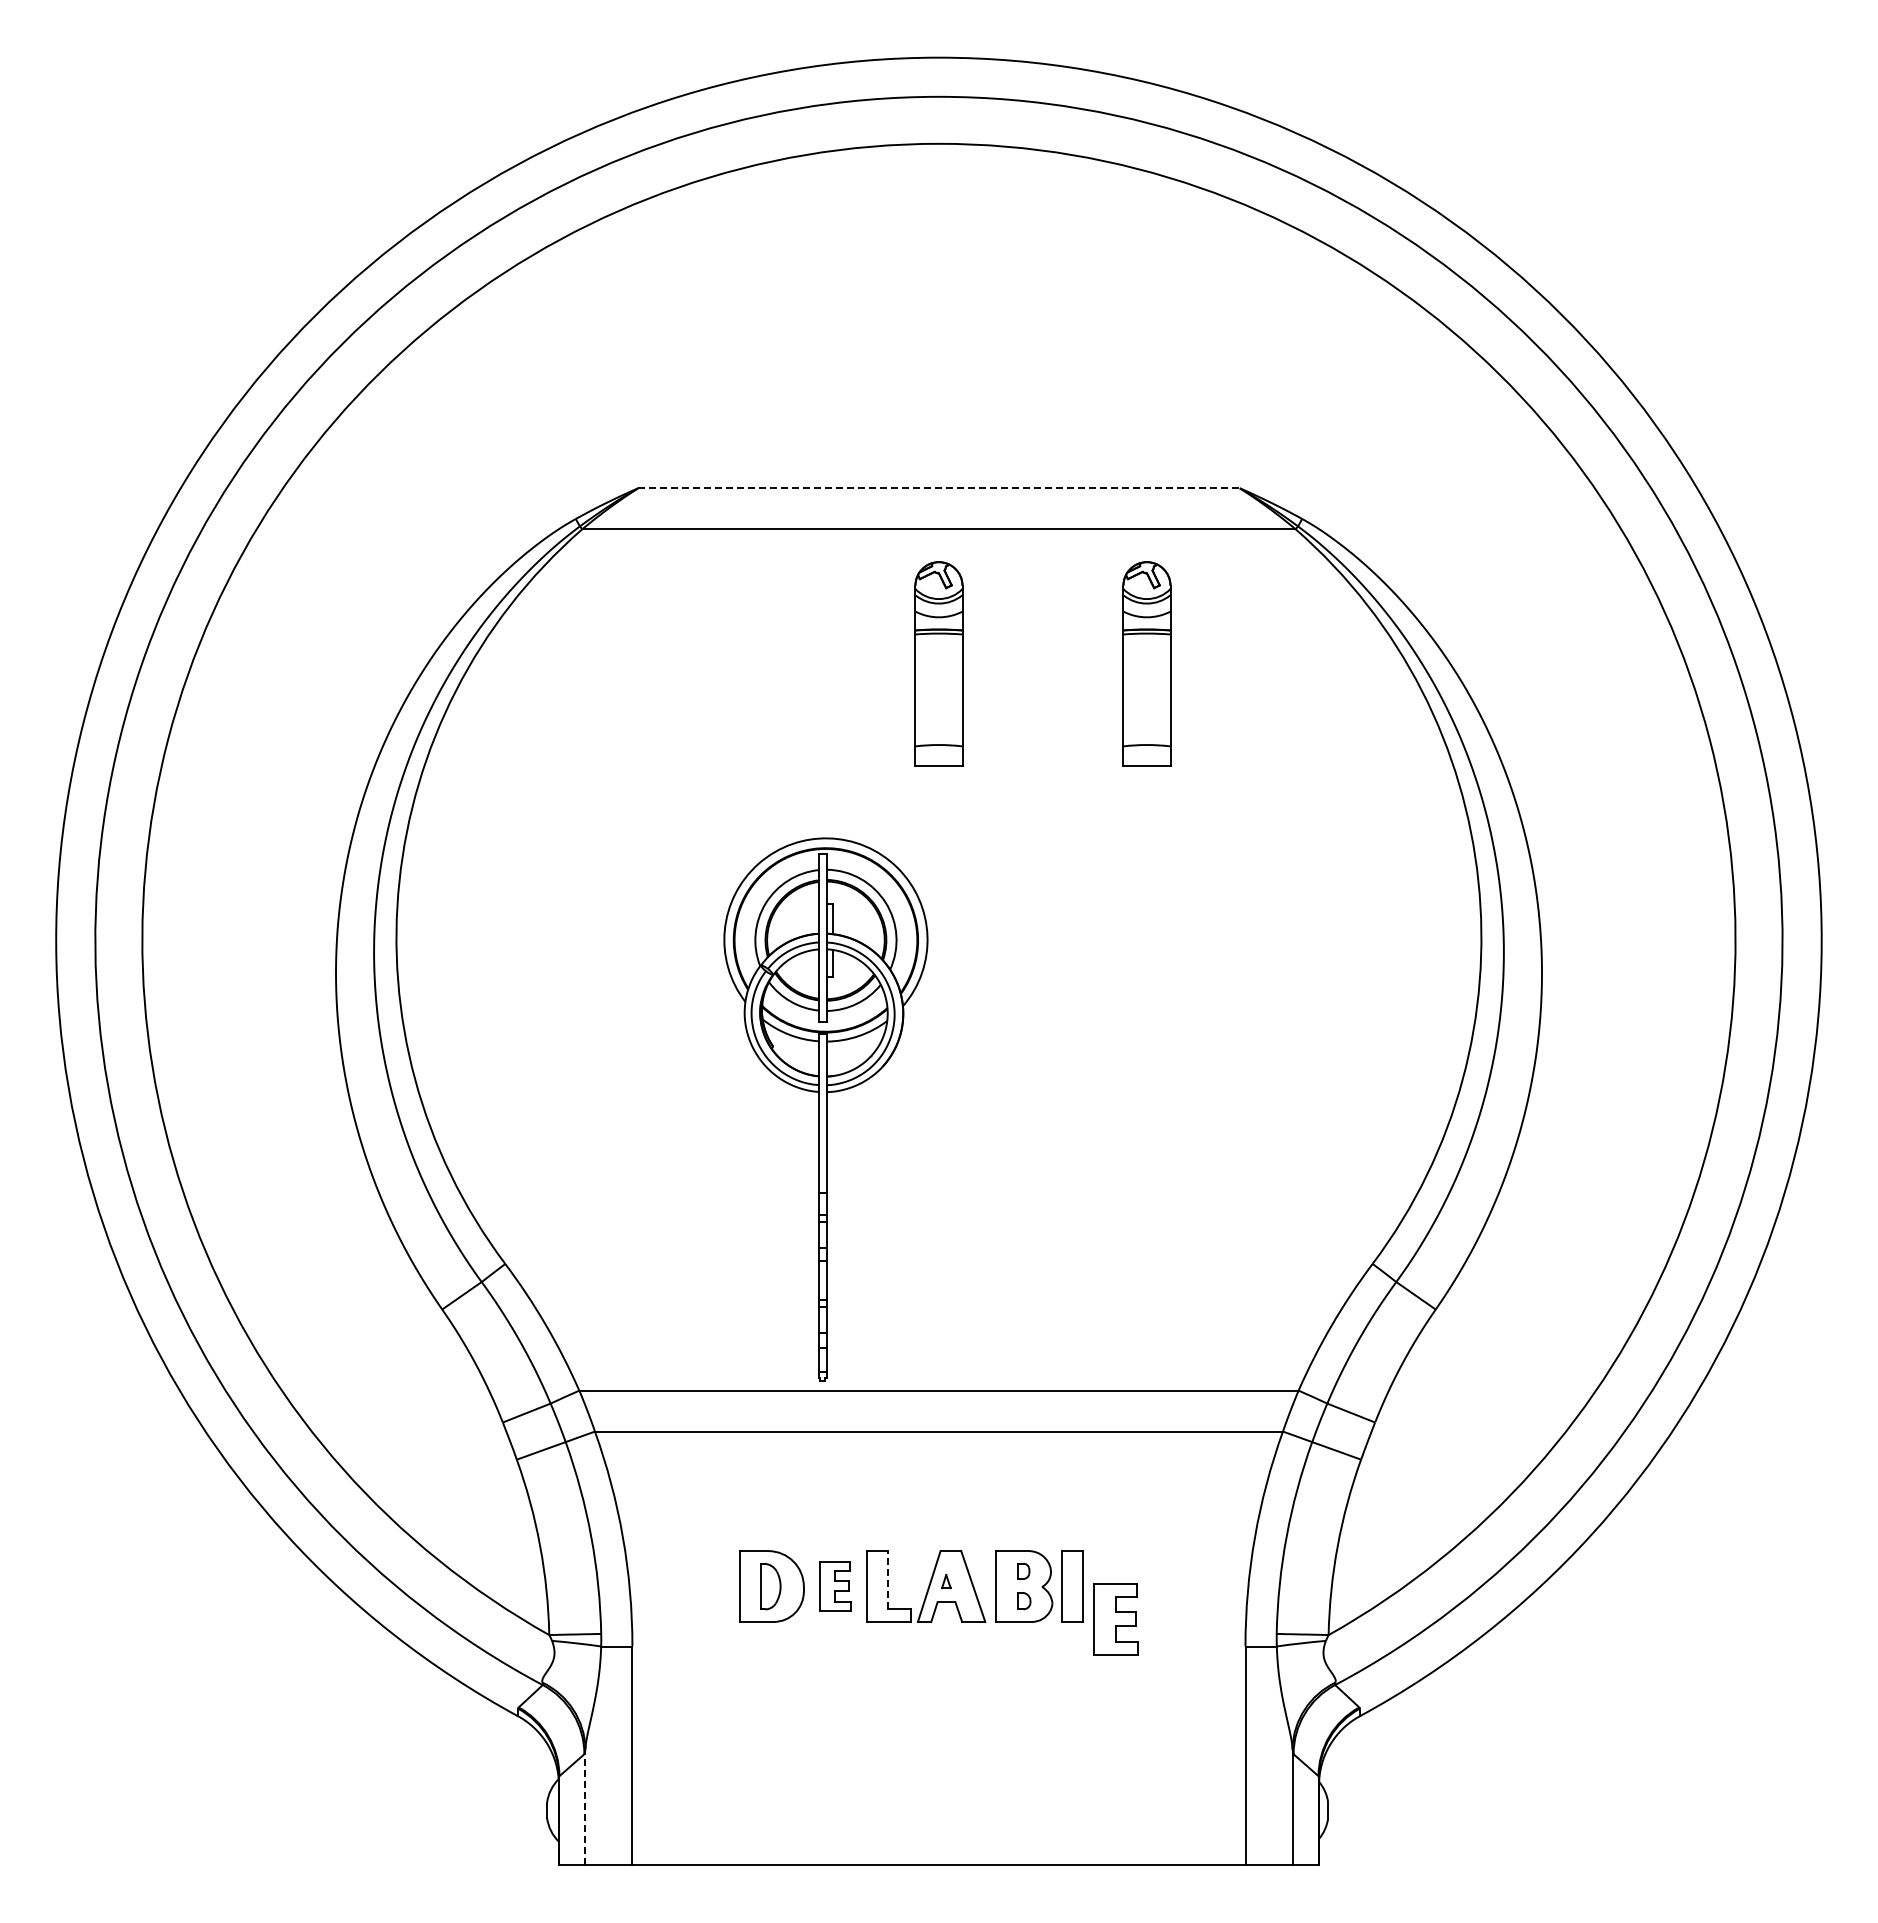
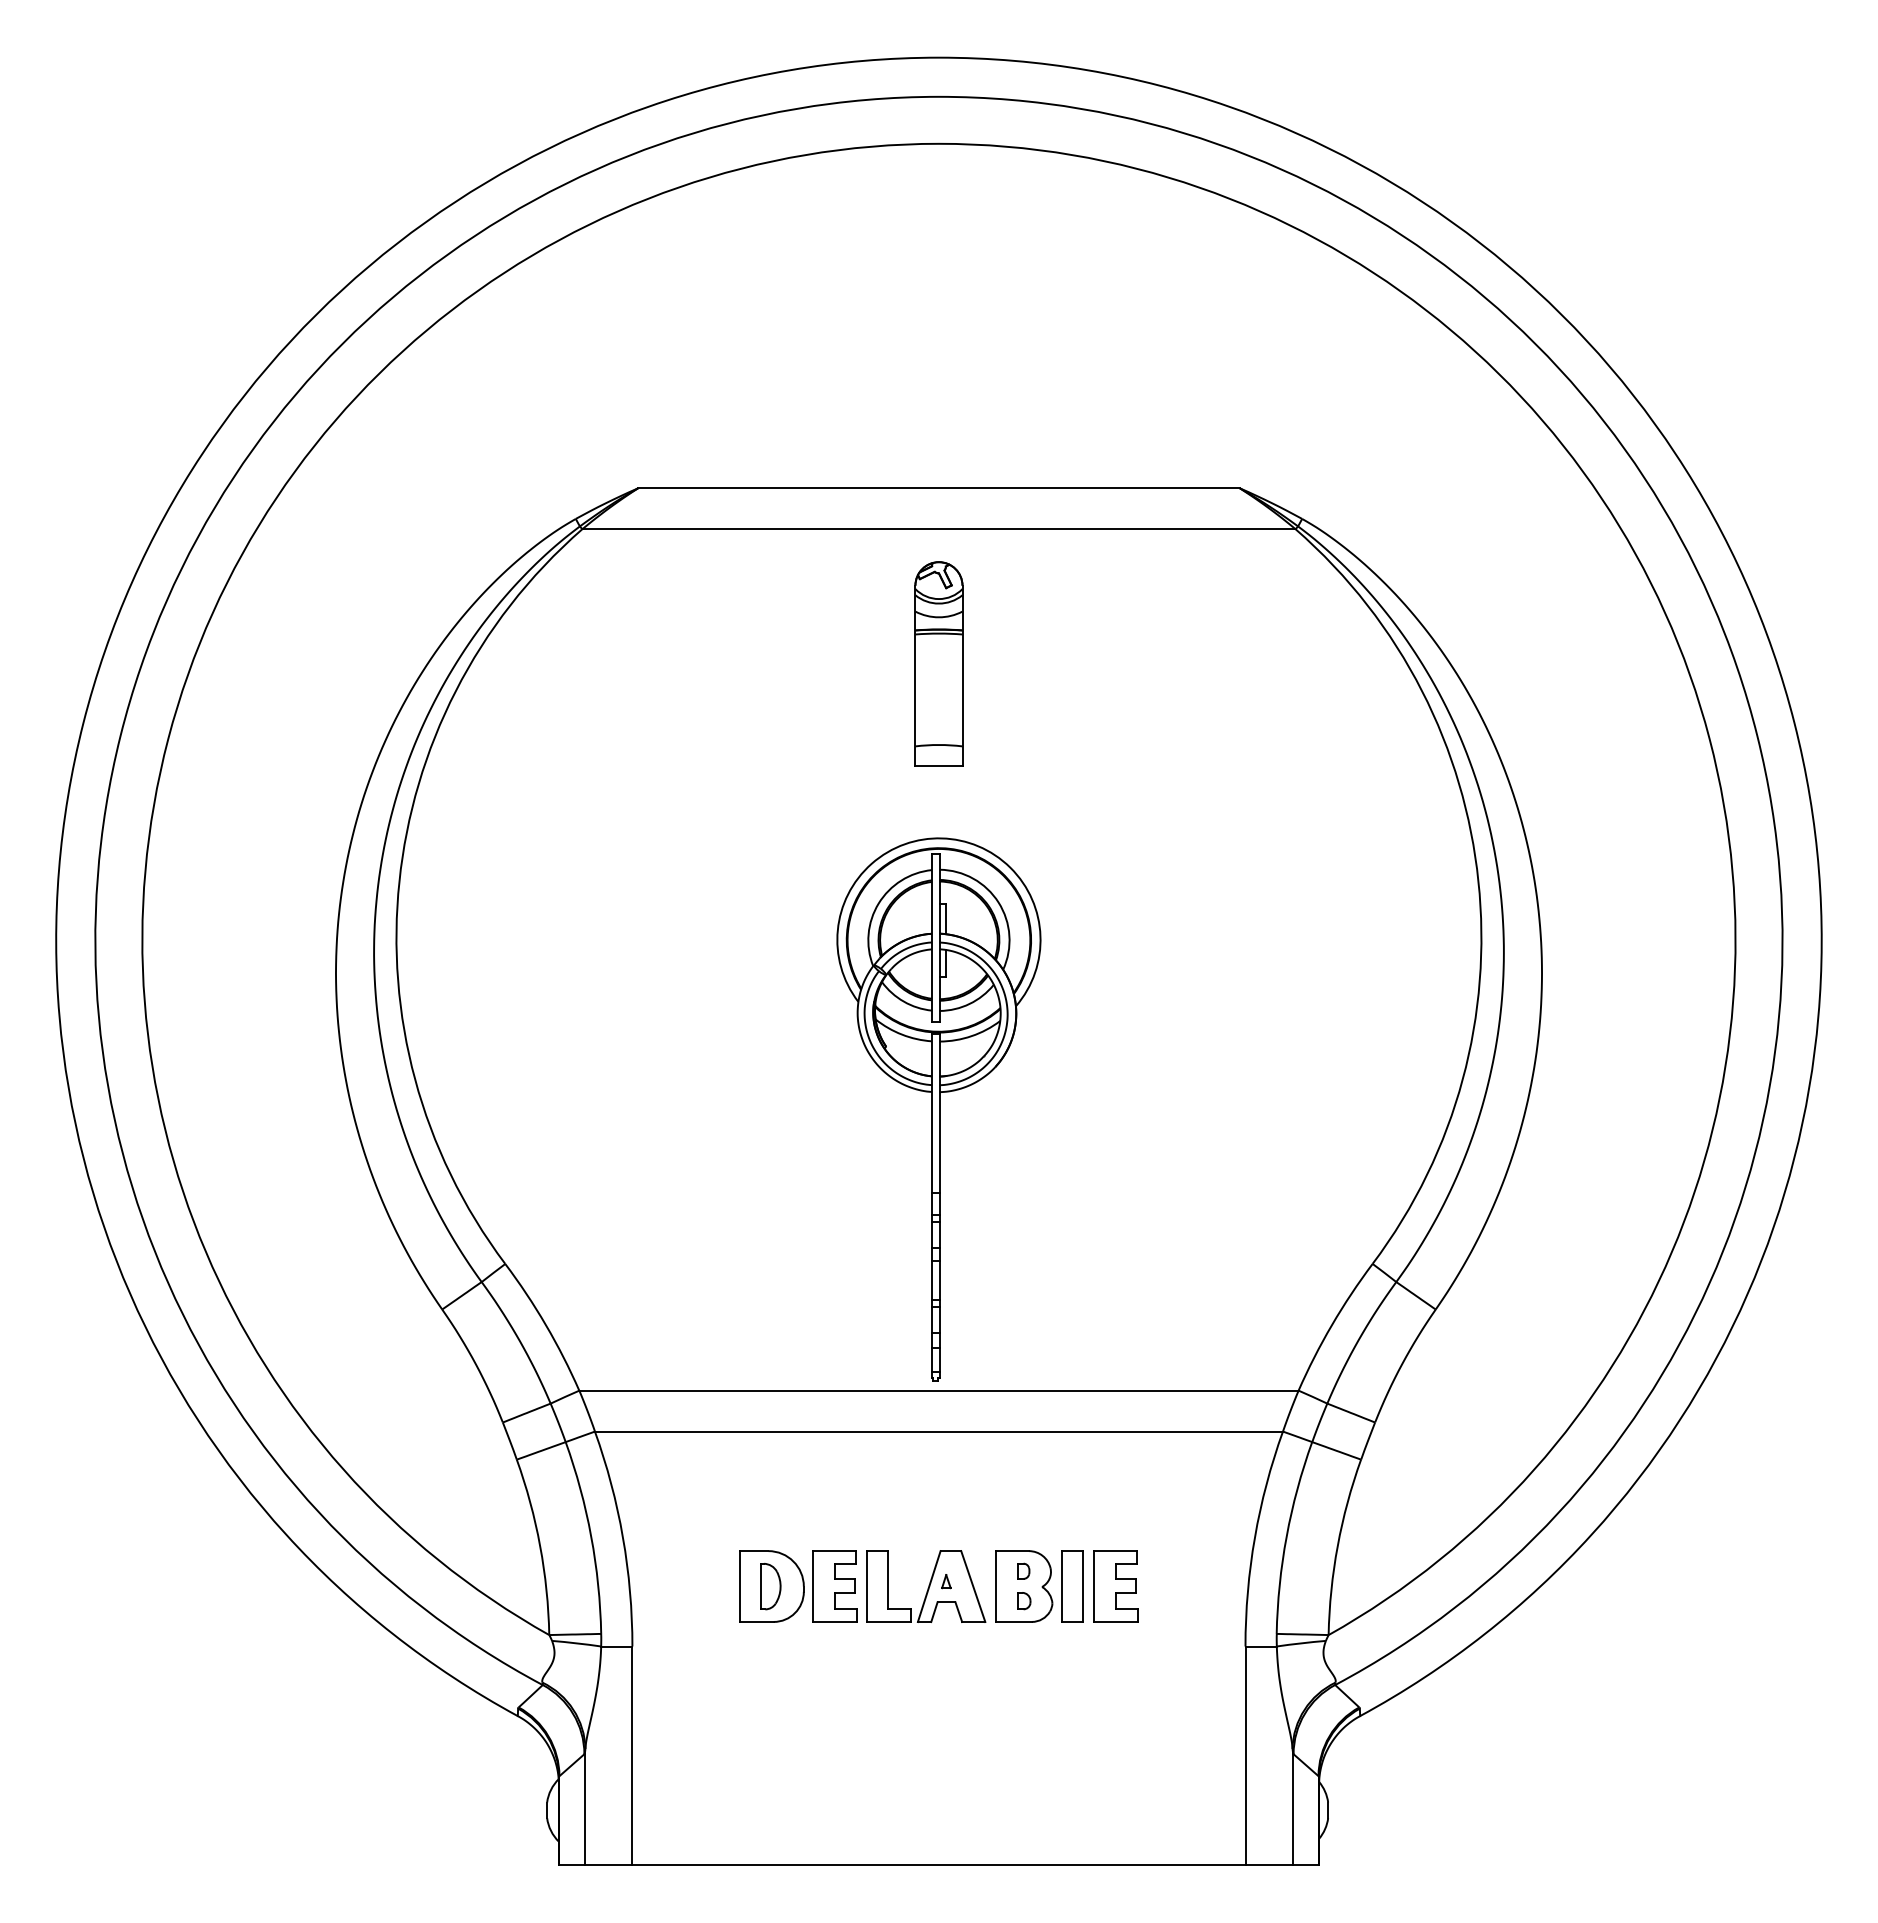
line at (939, 488): dashed -> solid
part at (1146, 663): present -> none
part at (825, 1109) position: (825, 1109) -> (938, 1109)
line at (888, 1579): dashed -> solid
part at (835, 1586) size: 33x51 px -> 46x73 px
part at (1115, 1619) position: (1115, 1619) -> (1115, 1586)
line at (585, 1806): dashed -> solid
